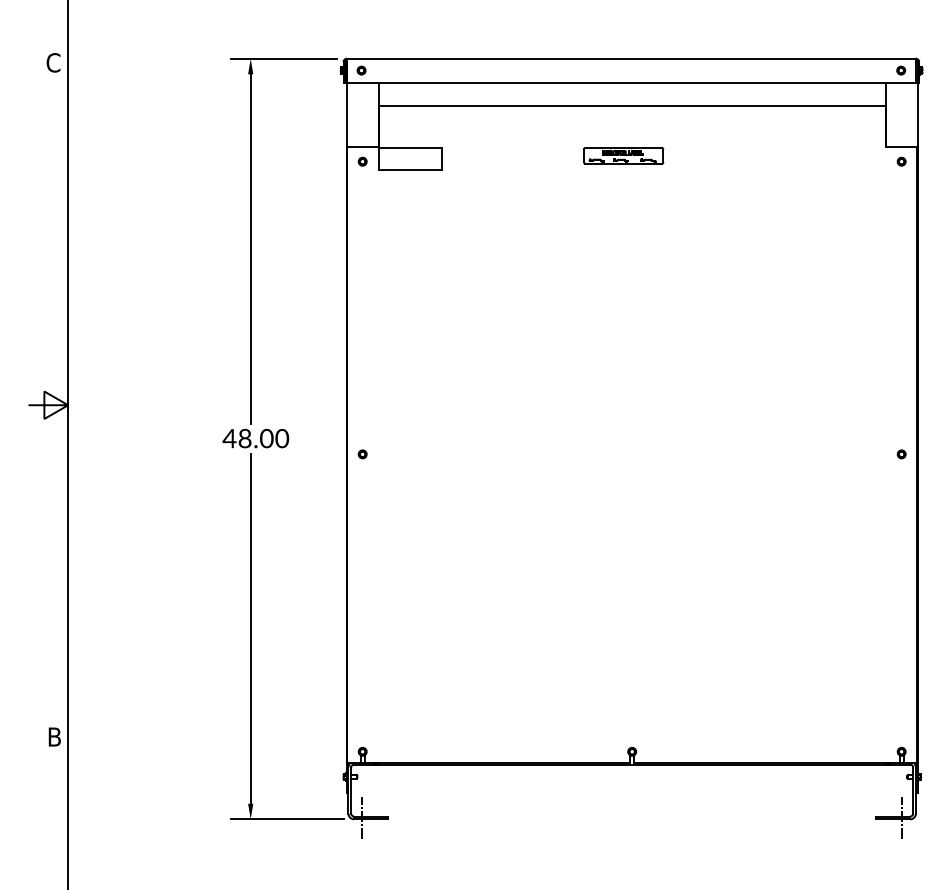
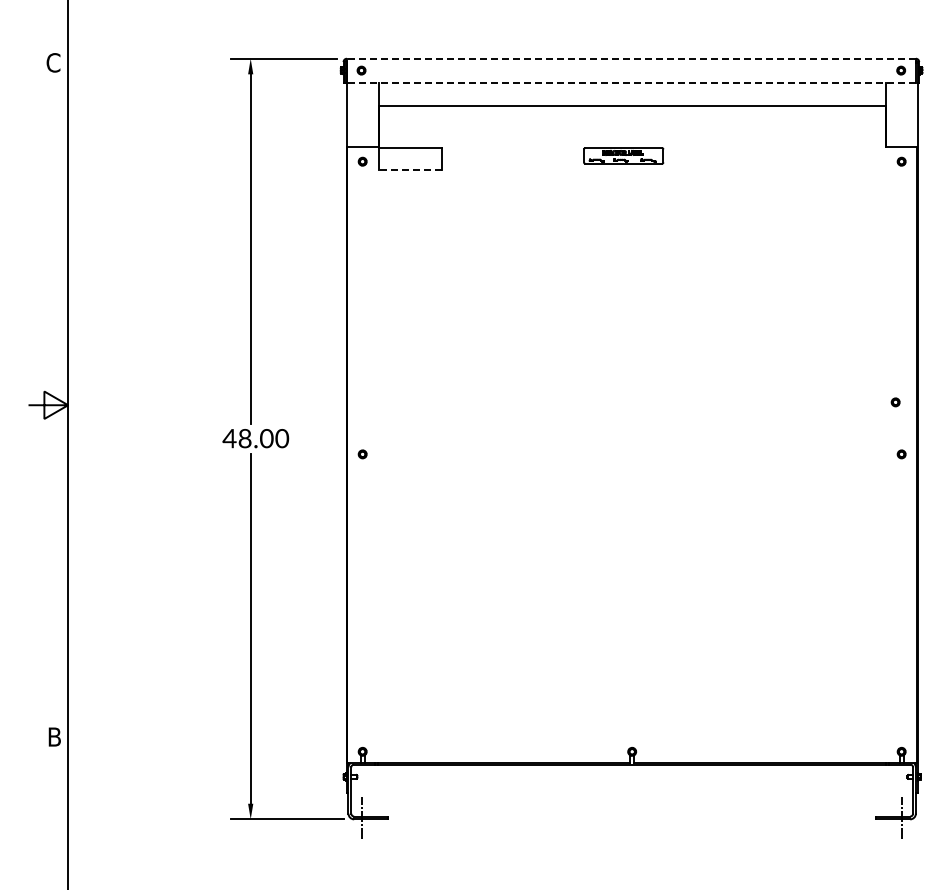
line at (631, 58): solid -> dashed
line at (631, 82): solid -> dashed
line at (410, 170): solid -> dashed
part at (895, 402): none -> present
